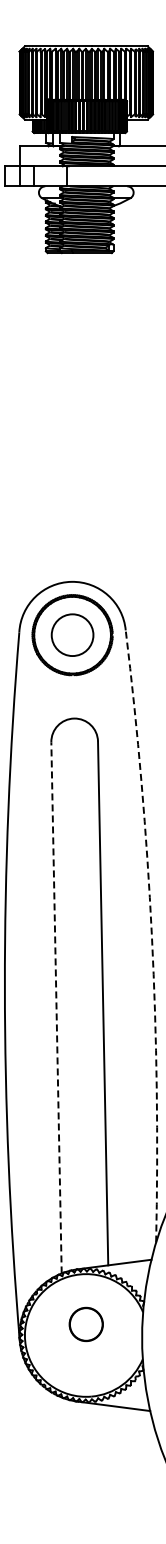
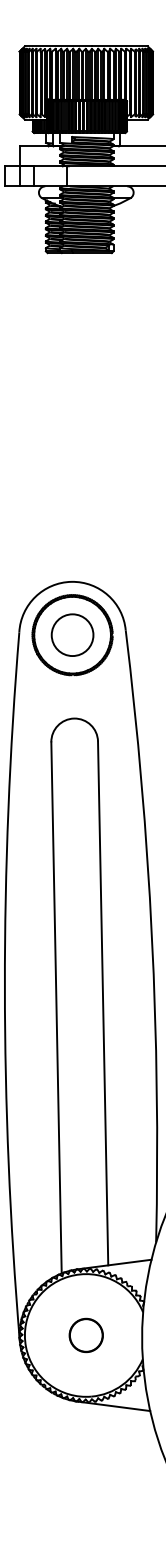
arc at (151, 935): dashed -> solid
line at (56, 1007): dashed -> solid
part at (85, 1324) position: (85, 1324) -> (85, 1335)
